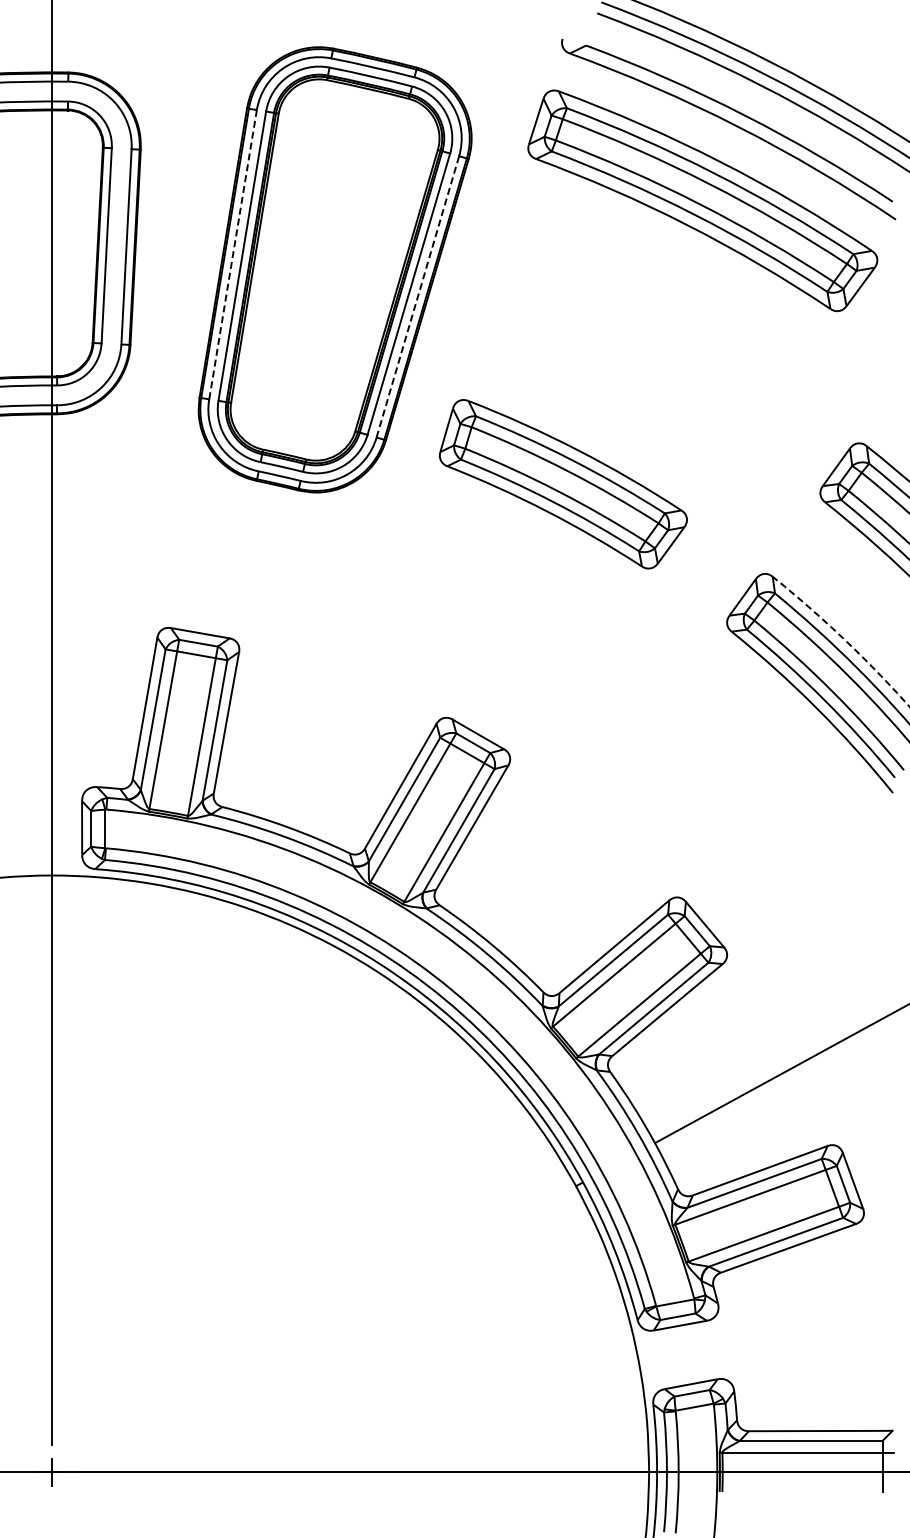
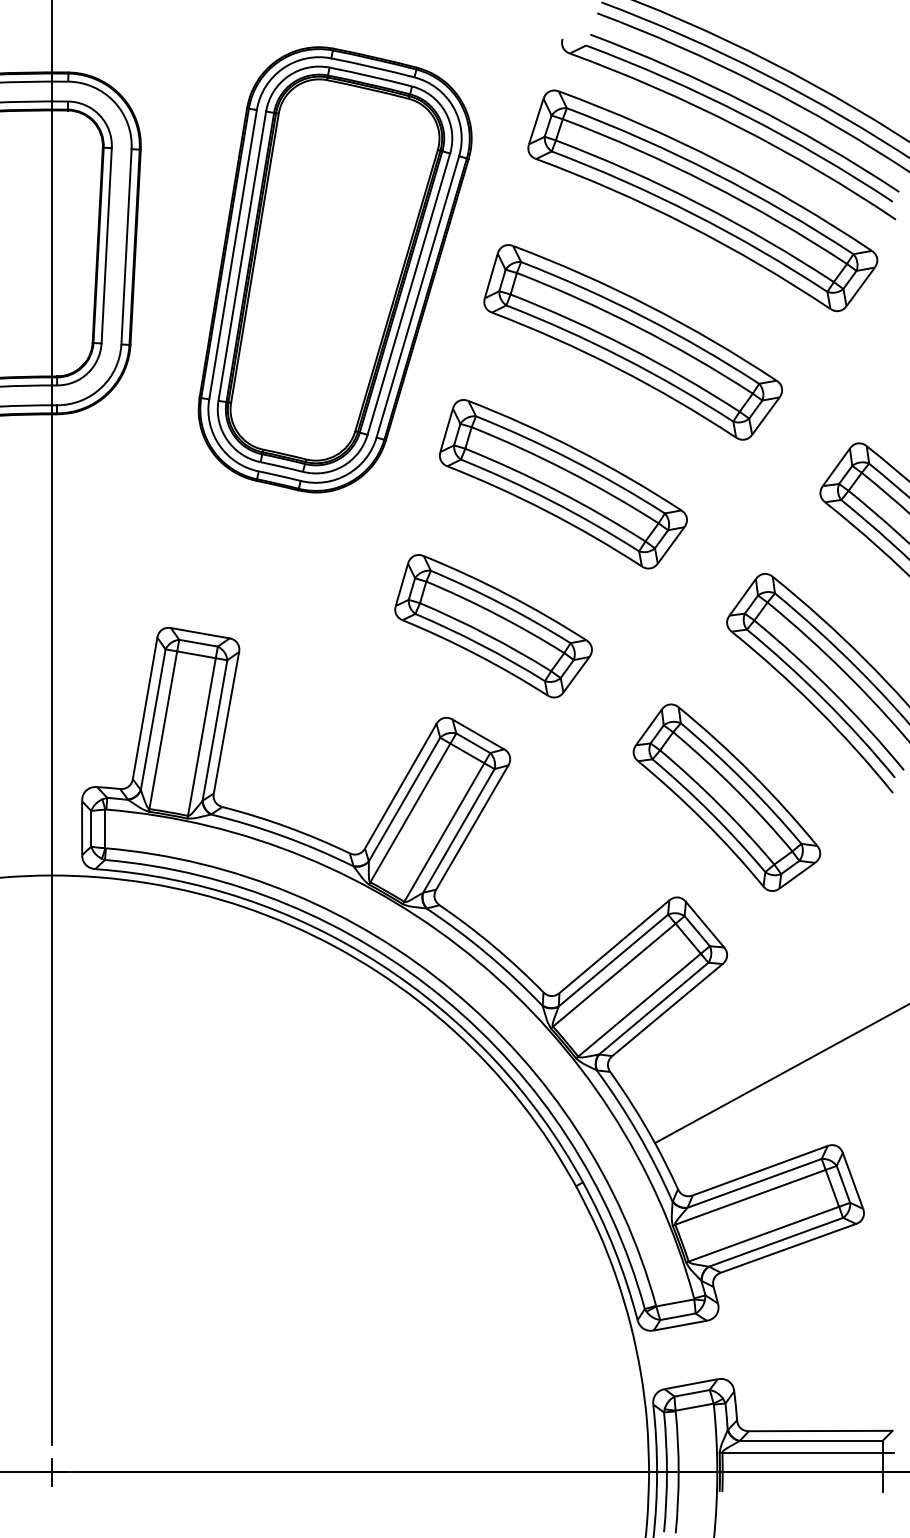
arc at (748, 105): none -> present
line at (233, 254): dashed -> solid
line at (417, 296): dashed -> solid
part at (632, 342): none -> present
part at (493, 626): none -> present
arc at (843, 638): dashed -> solid
part at (726, 797): none -> present
